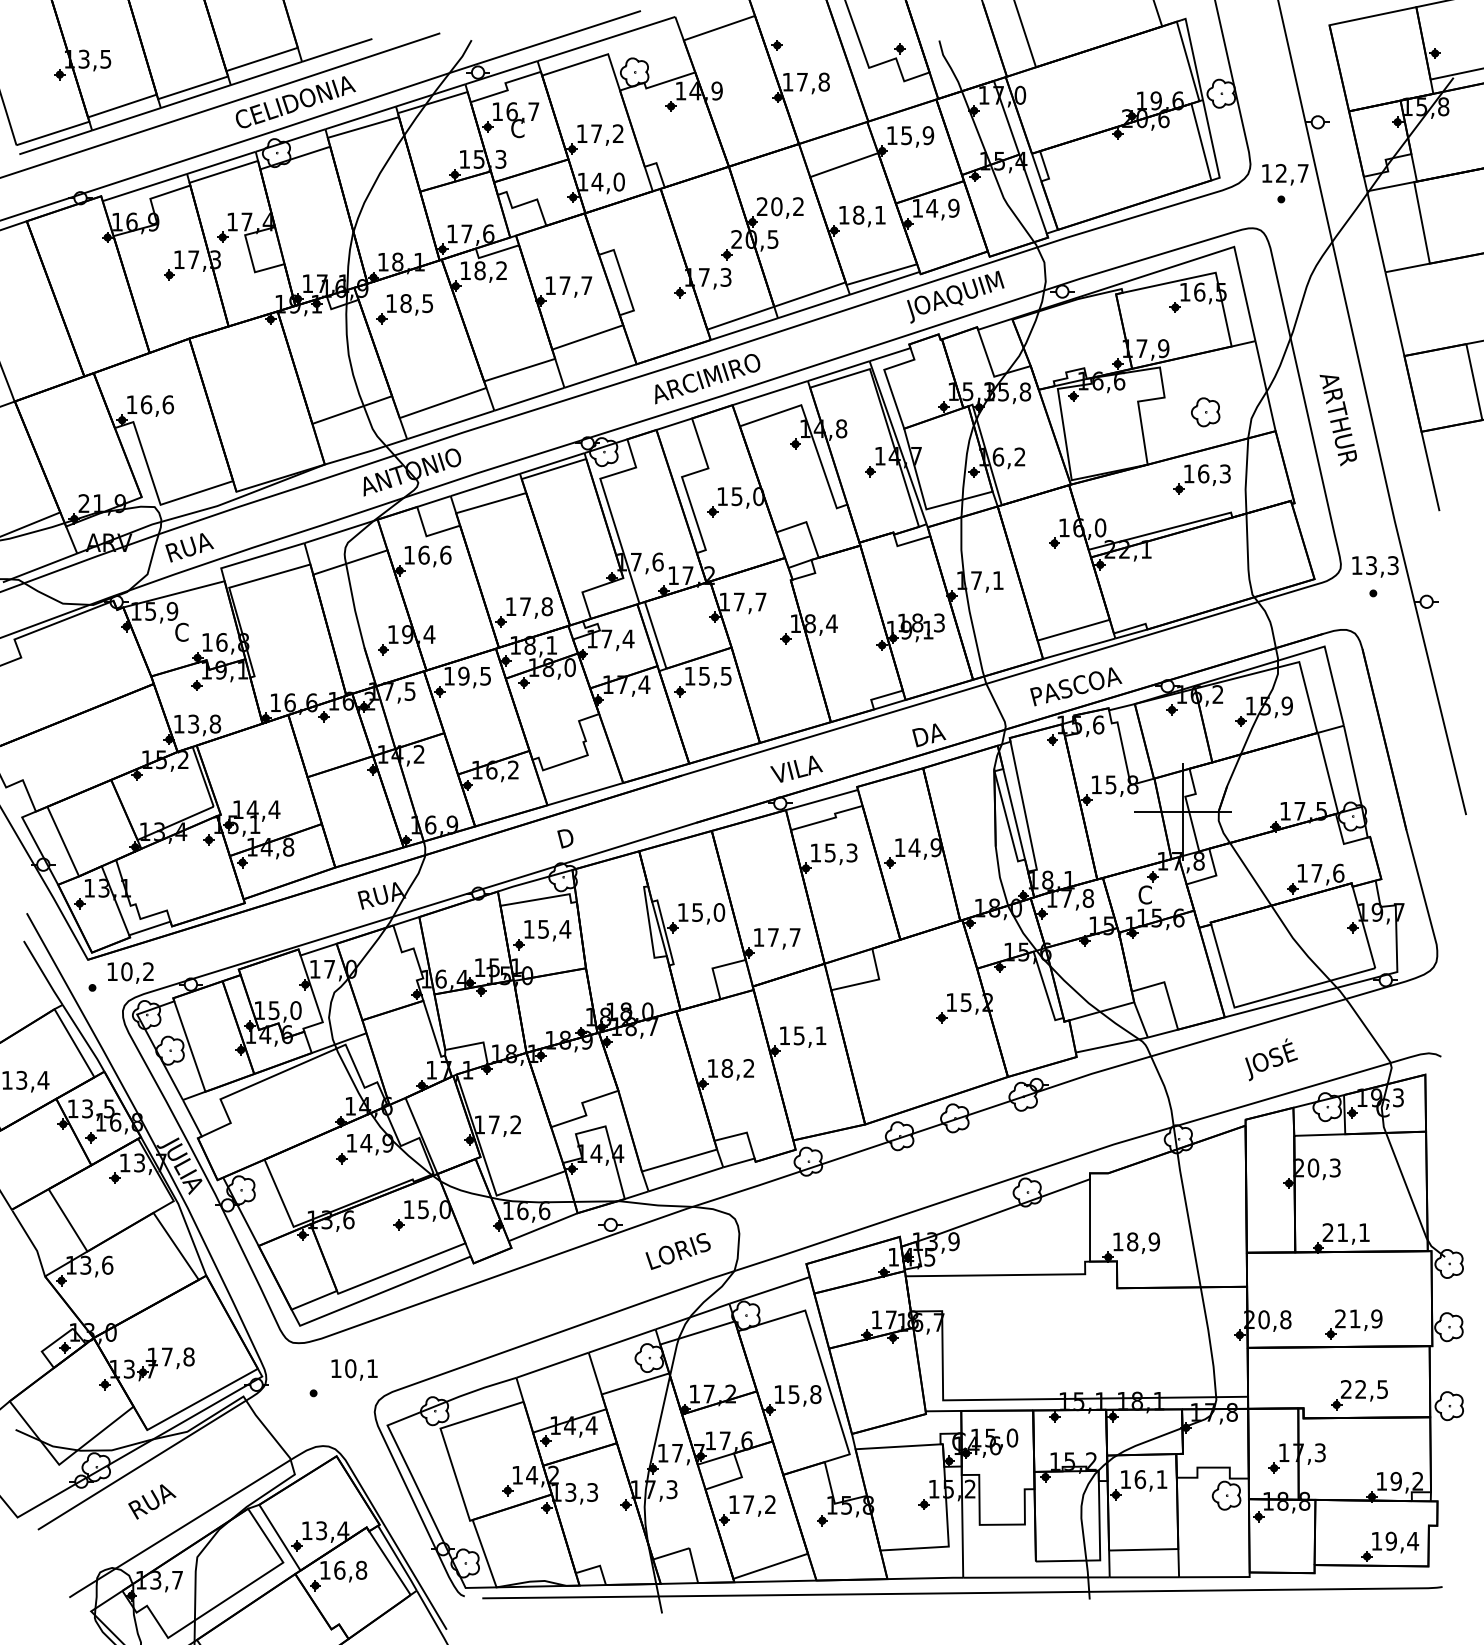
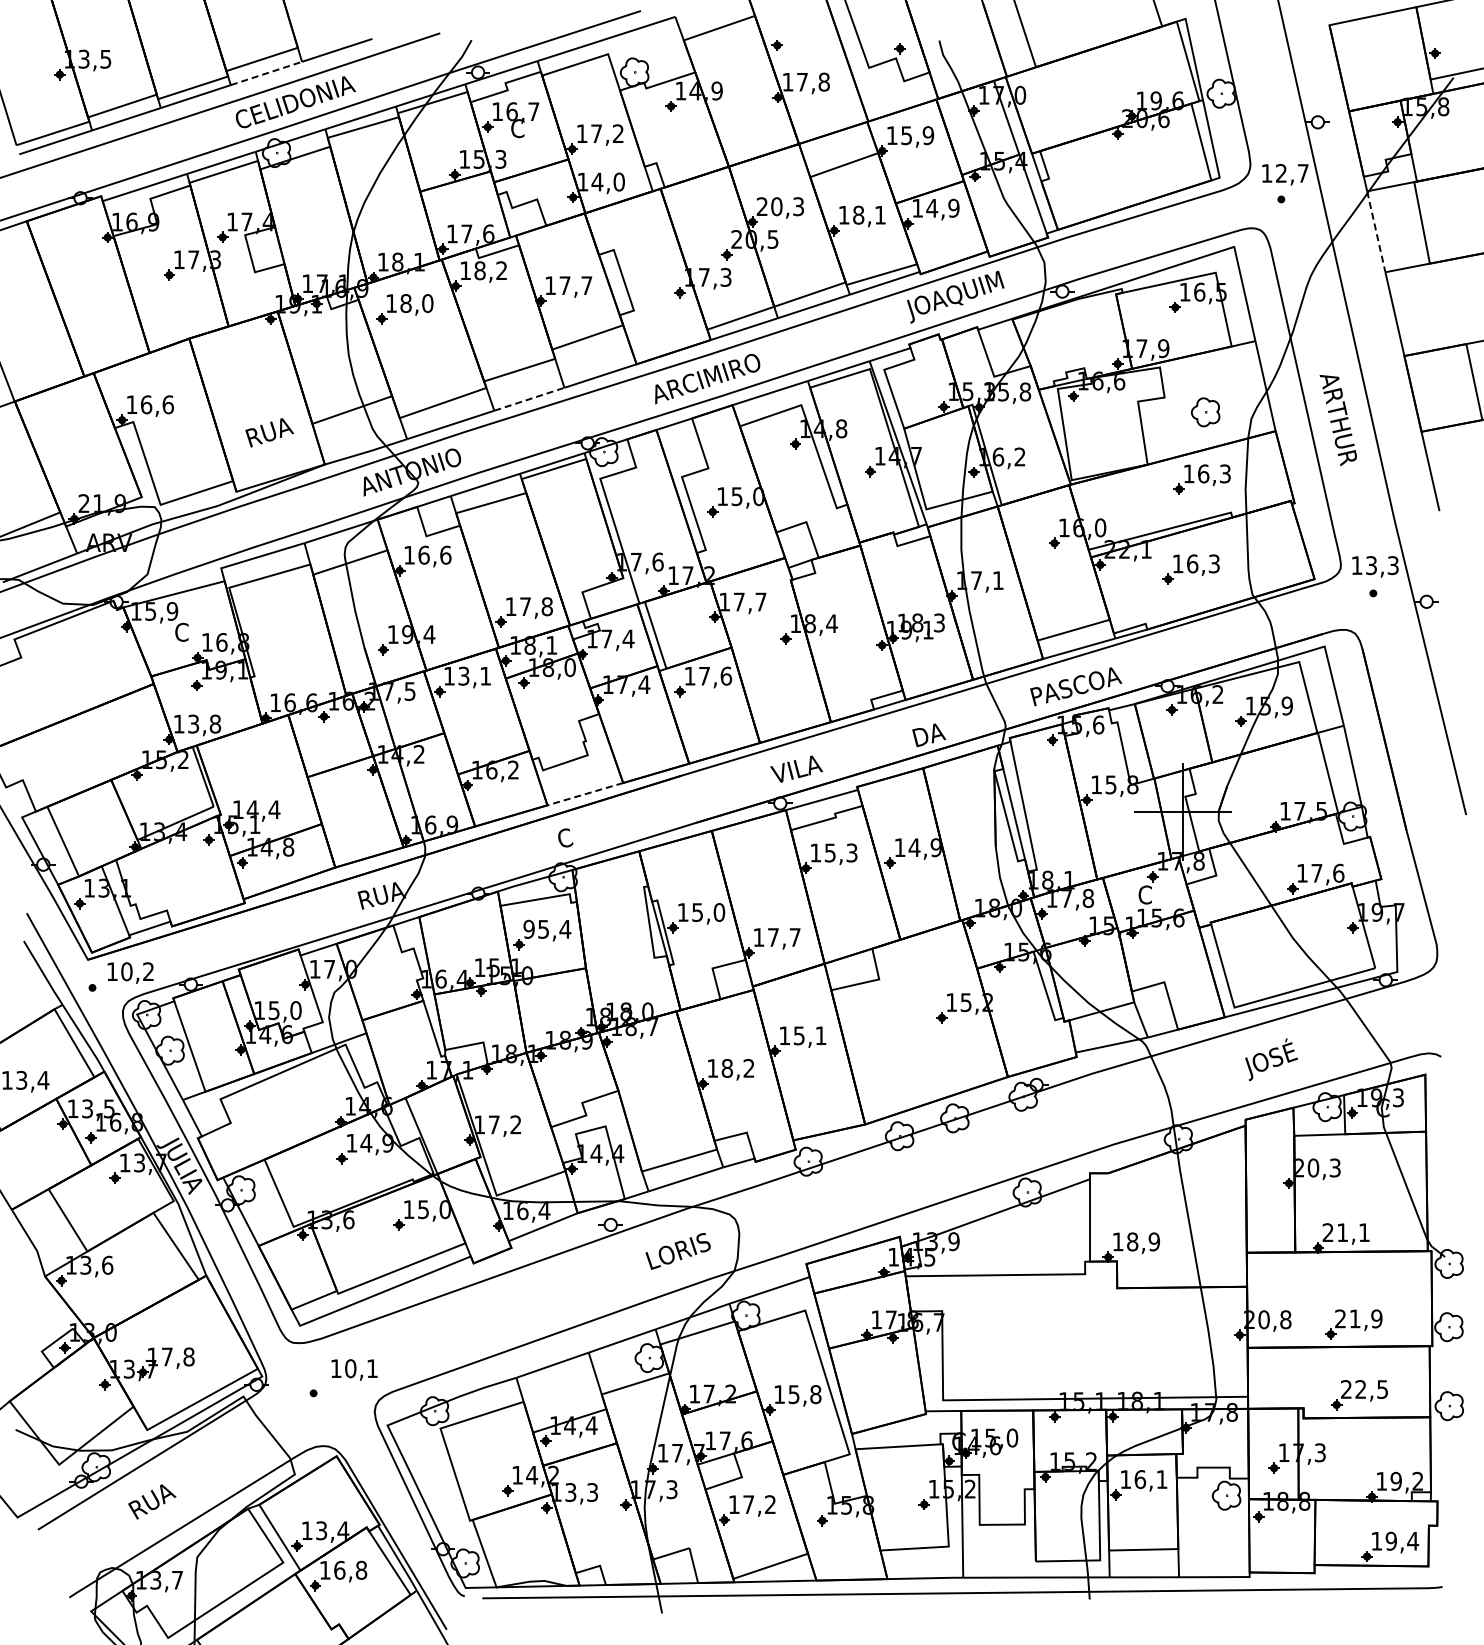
line at (266, 73): solid -> dashed
text at (798, 206): 20,2 -> 20,3
line at (1376, 232): solid -> dashed
text at (427, 303): 18,5 -> 18,0
line at (529, 399): solid -> dashed
text at (189, 547) position: (189, 547) -> (269, 432)
part at (1190, 569): none -> present
text at (474, 675): 19,5 -> 13,1
text at (715, 675): 15,5 -> 17,6
line at (584, 794): solid -> dashed
text at (565, 838): D -> C
text at (528, 928): 15,4 -> 95,4
text at (544, 1210): 16,6 -> 16,4
